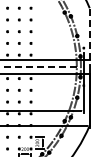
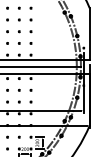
line at (89, 34): dashed -> solid
line at (40, 66): dashed -> solid
